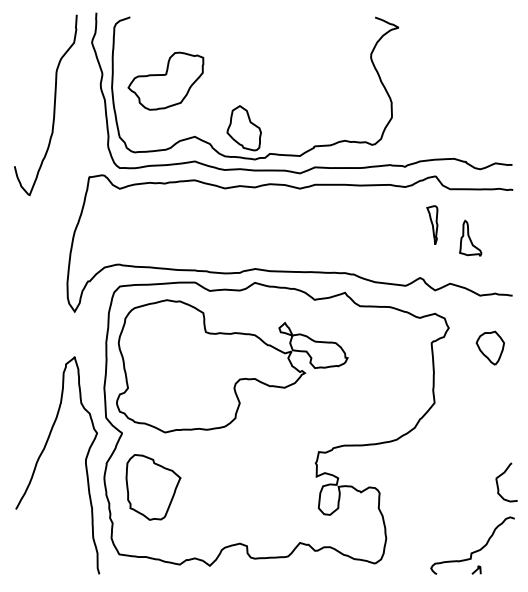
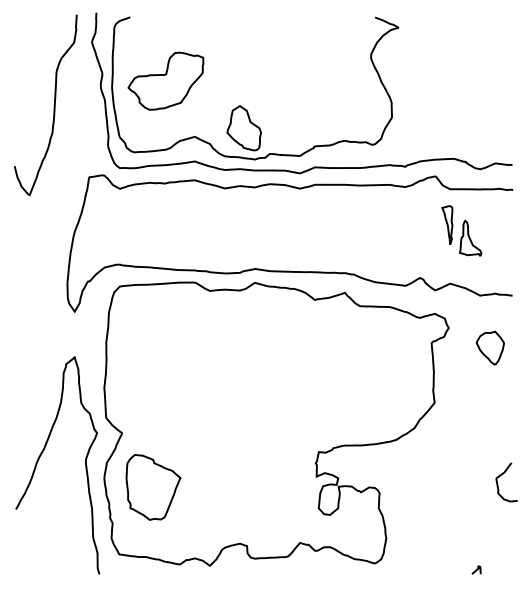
part at (432, 224) position: (432, 224) -> (447, 224)
part at (232, 366): present -> none
curve at (475, 550): present -> none
